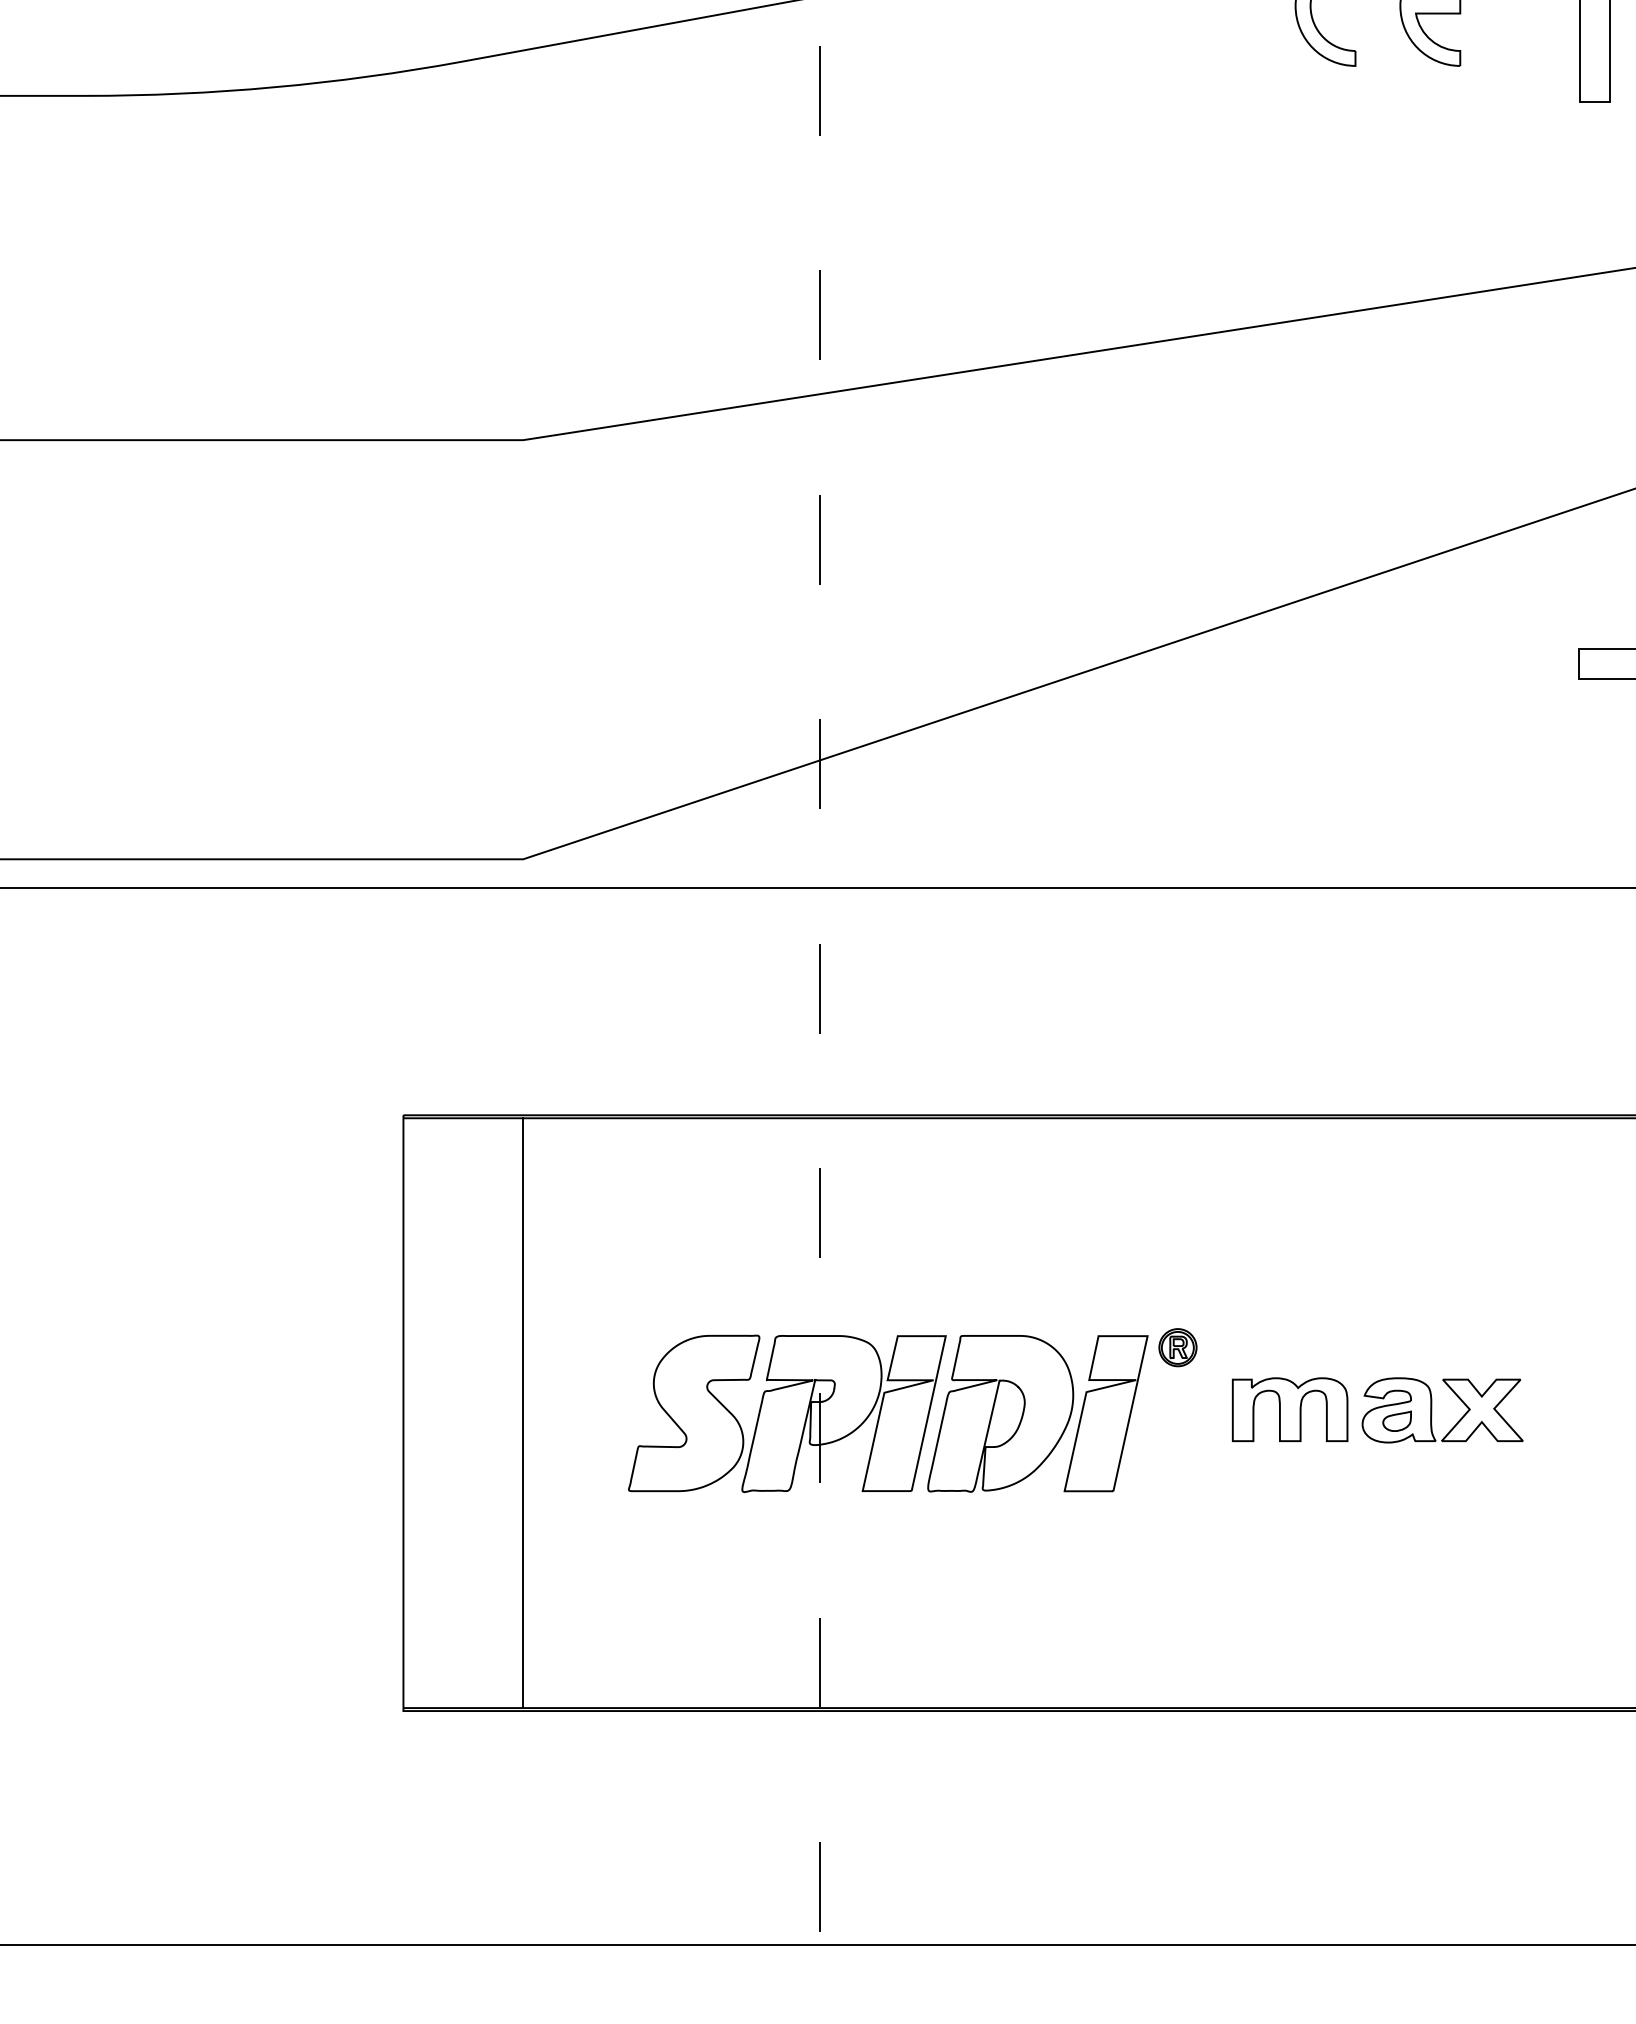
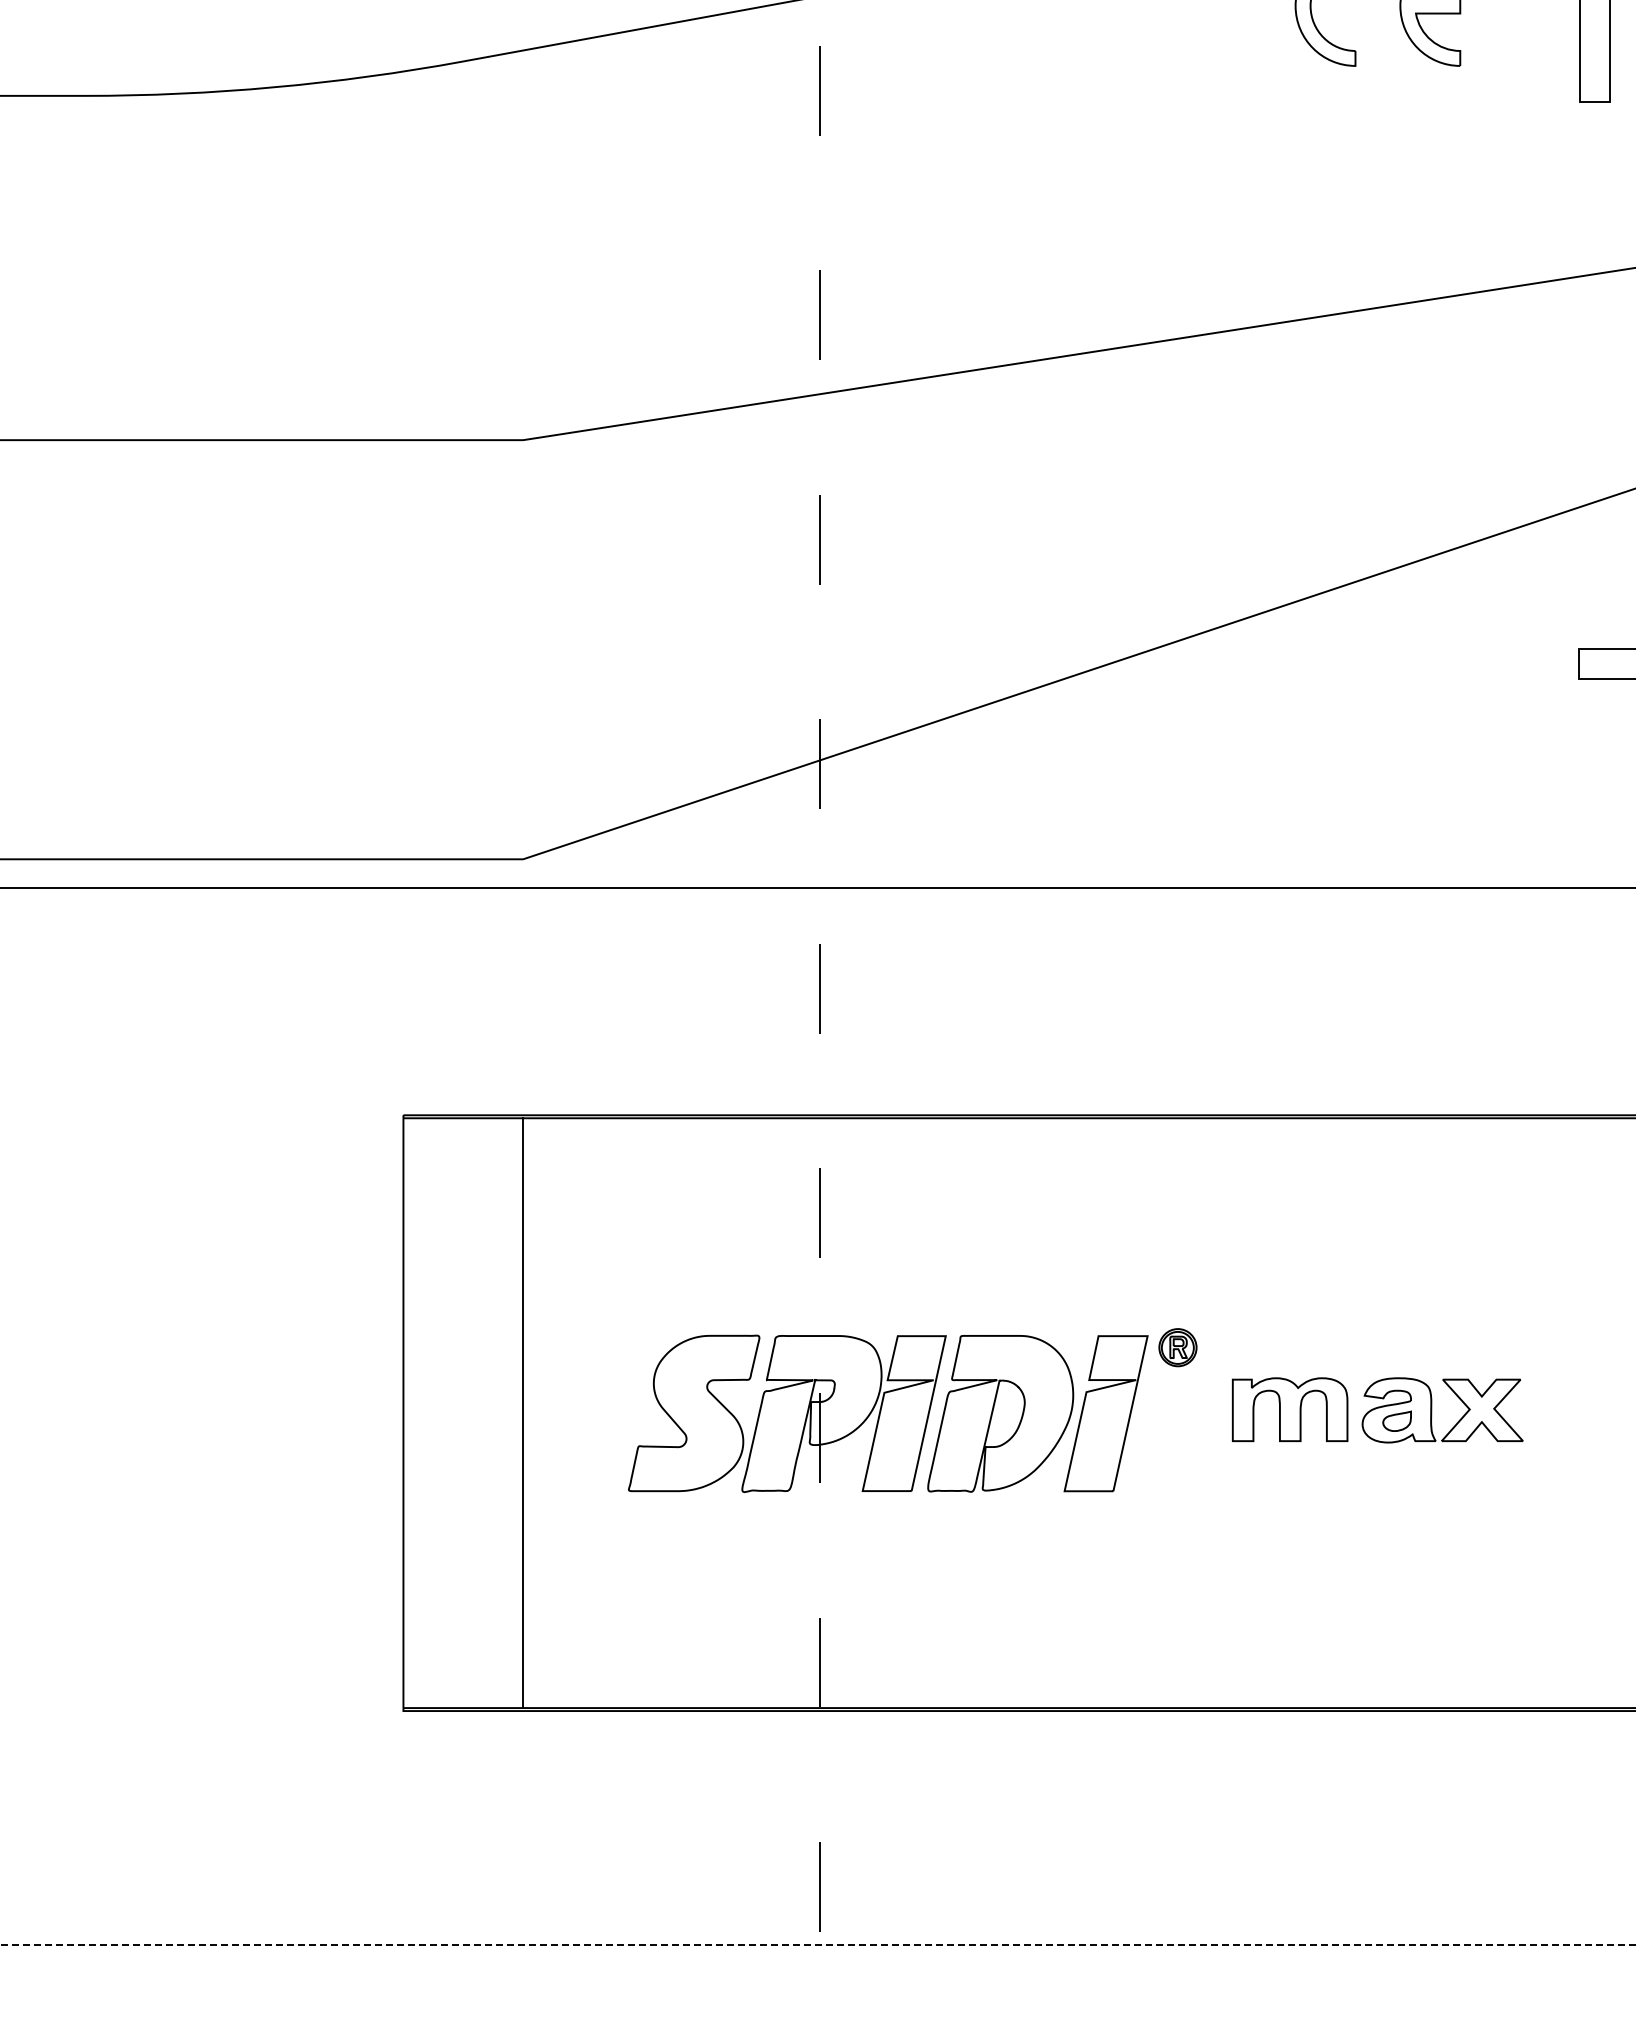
line at (817, 1944): solid -> dashed
